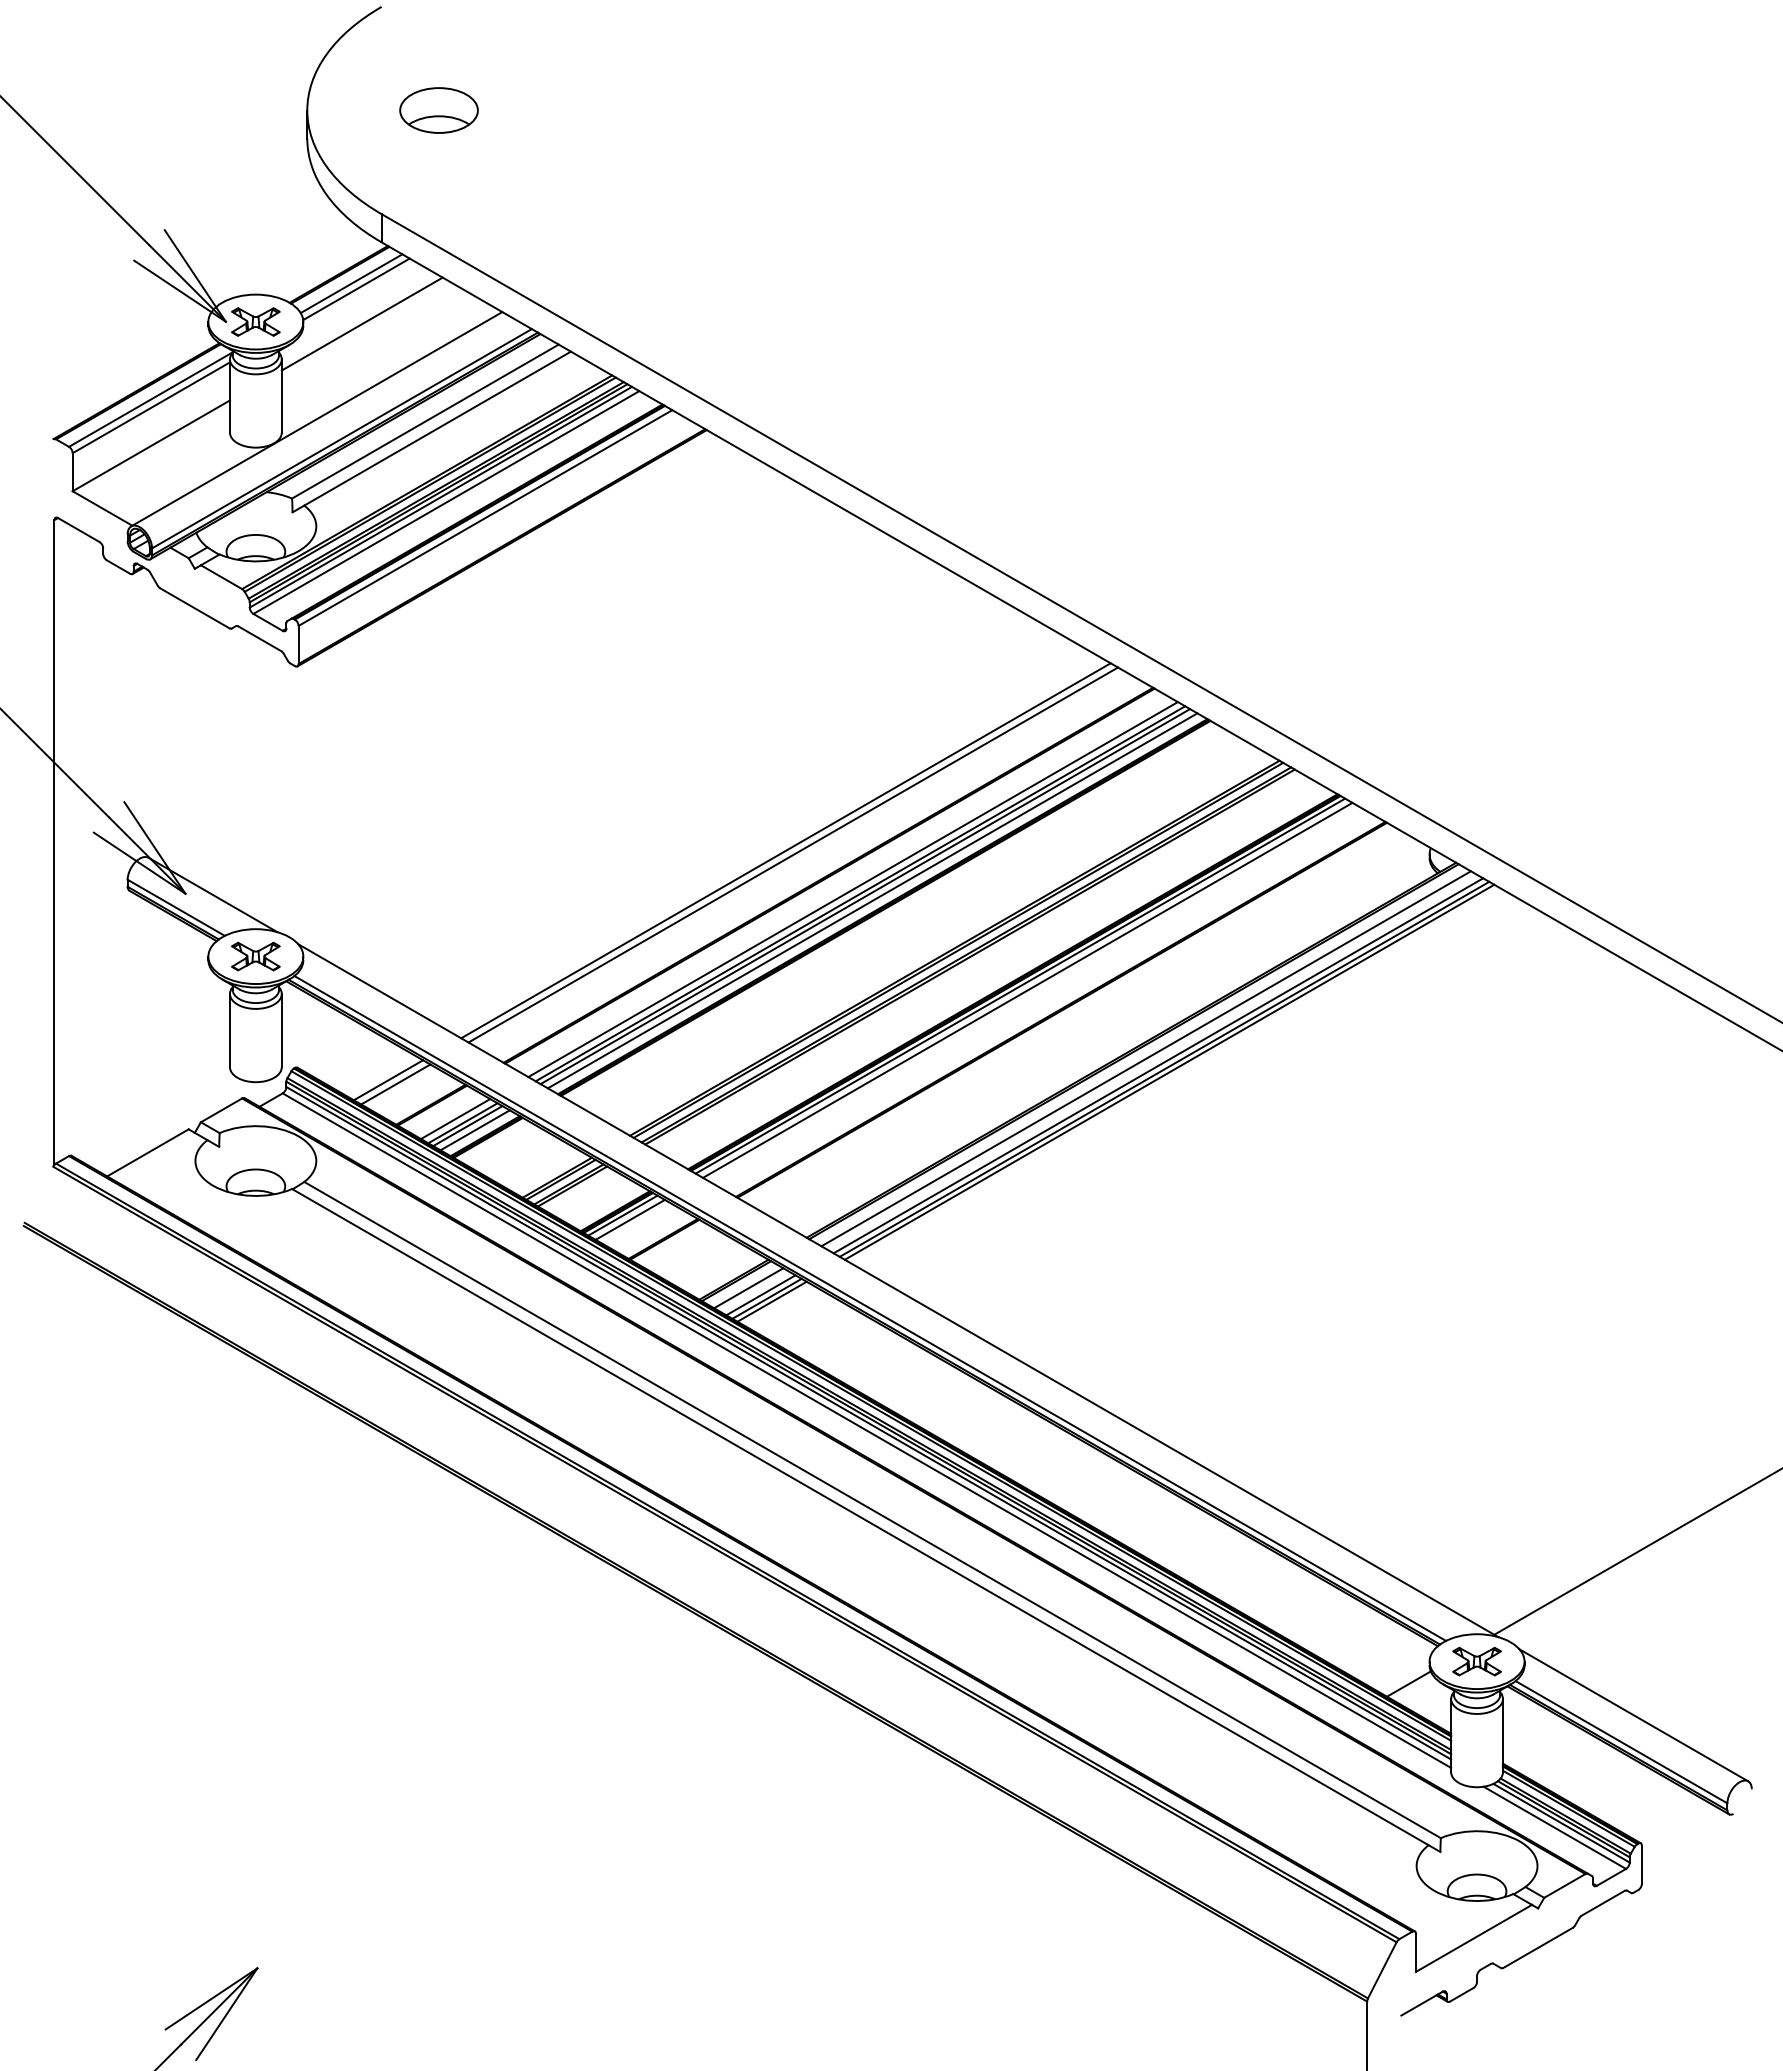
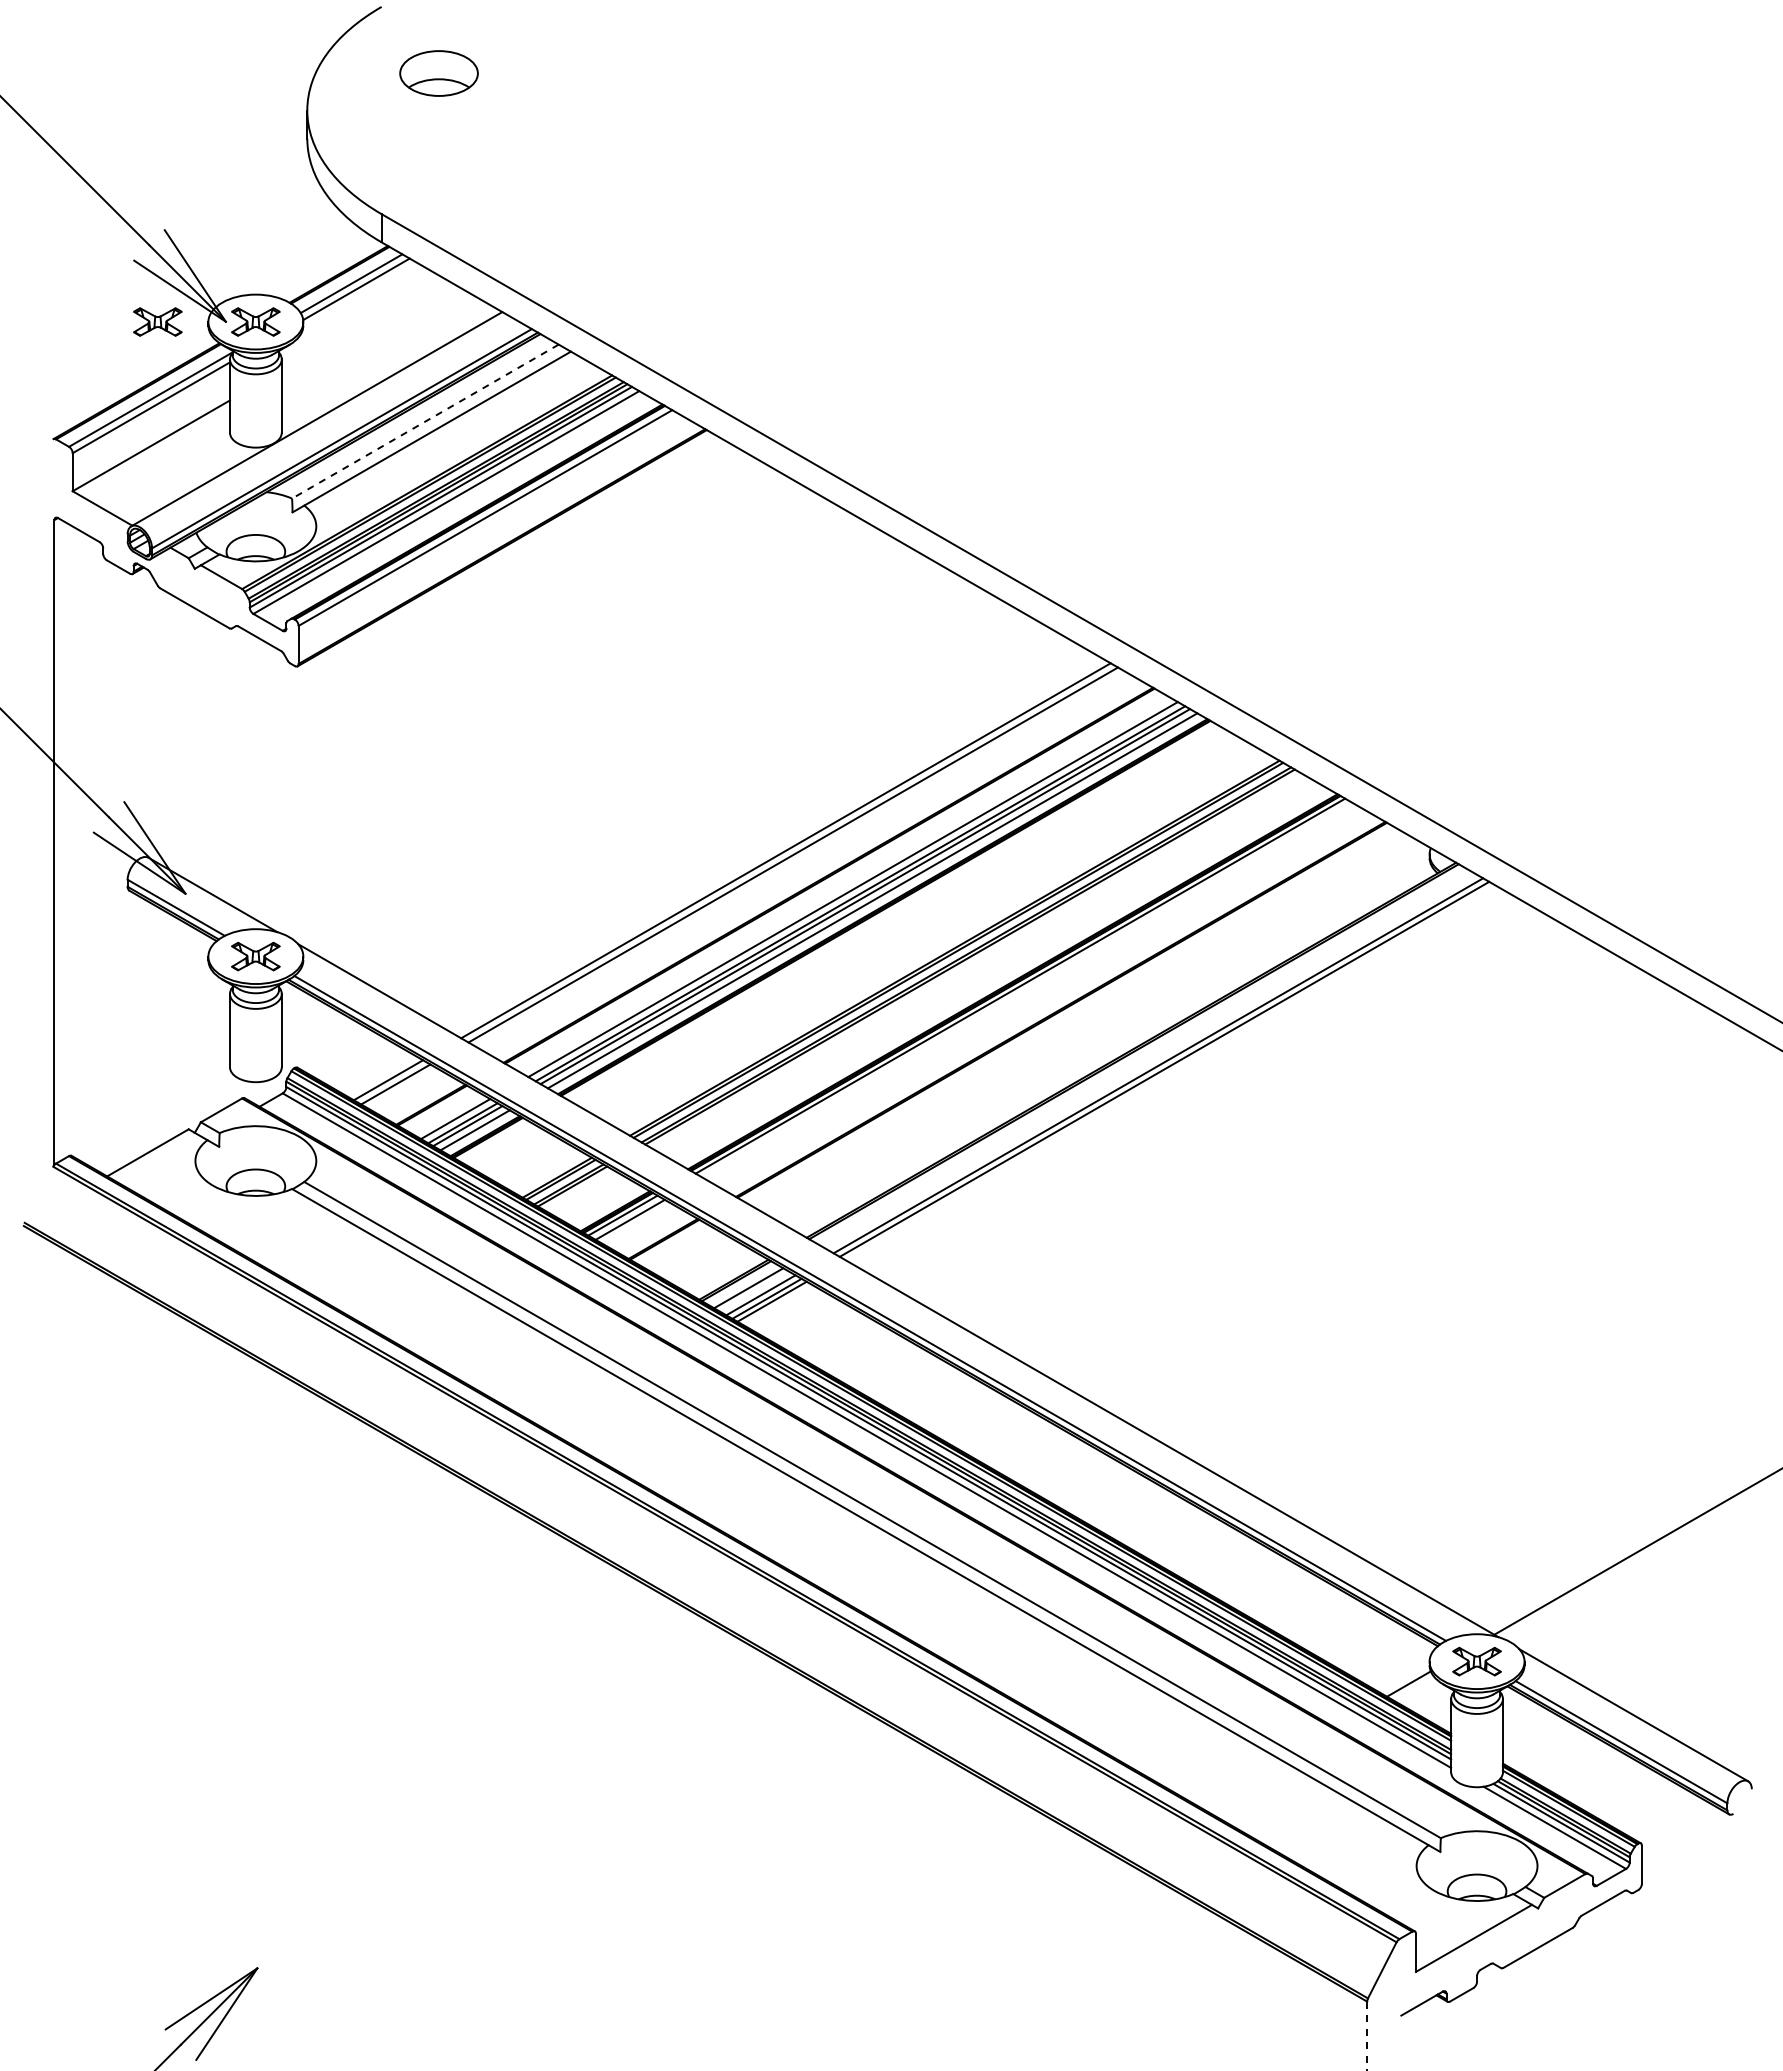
part at (438, 110) position: (438, 110) -> (438, 73)
part at (157, 321): none -> present
line at (361, 323): present -> none
line at (425, 421): solid -> dashed
line at (1027, 989): present -> none
line at (1145, 1058): present -> none
line at (1169, 1071): present -> none
line at (1367, 2036): solid -> dashed
